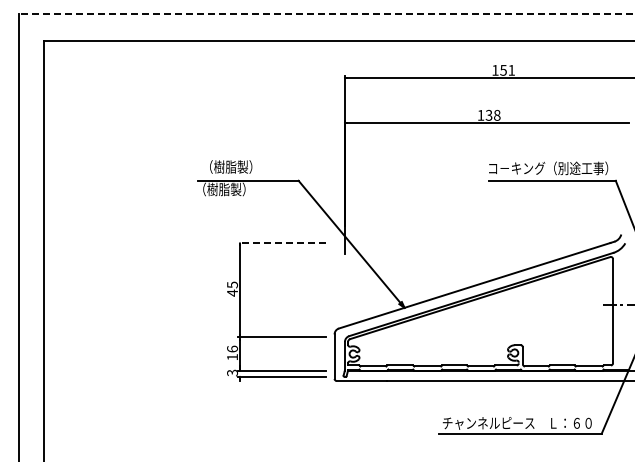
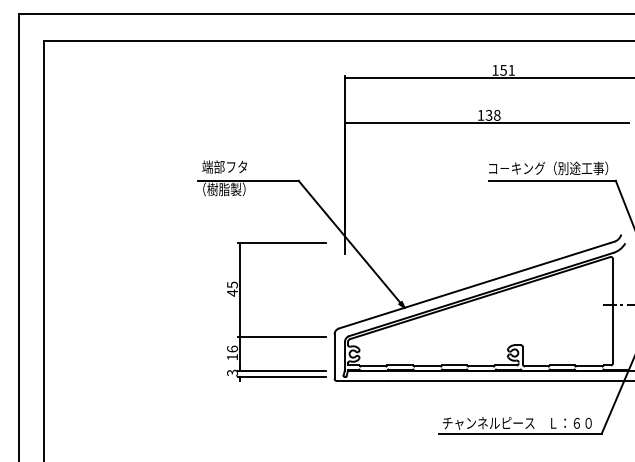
line at (326, 13): dashed -> solid
text at (227, 166): （樹脂製） -> 端部フタ
line at (282, 243): dashed -> solid
